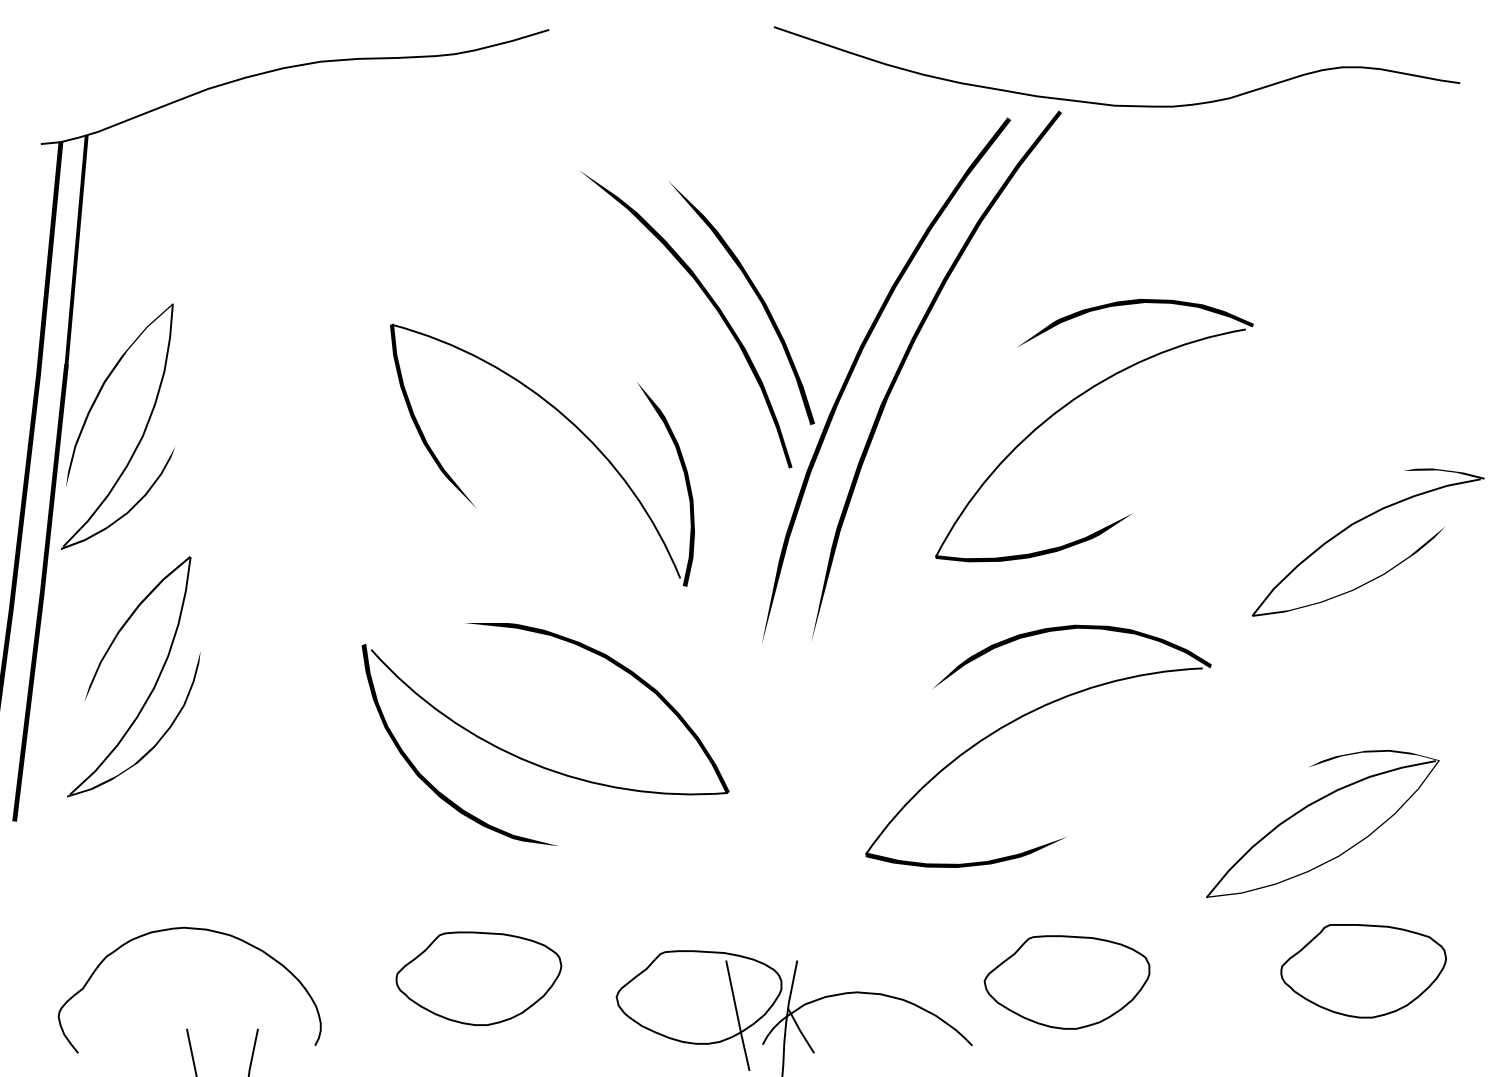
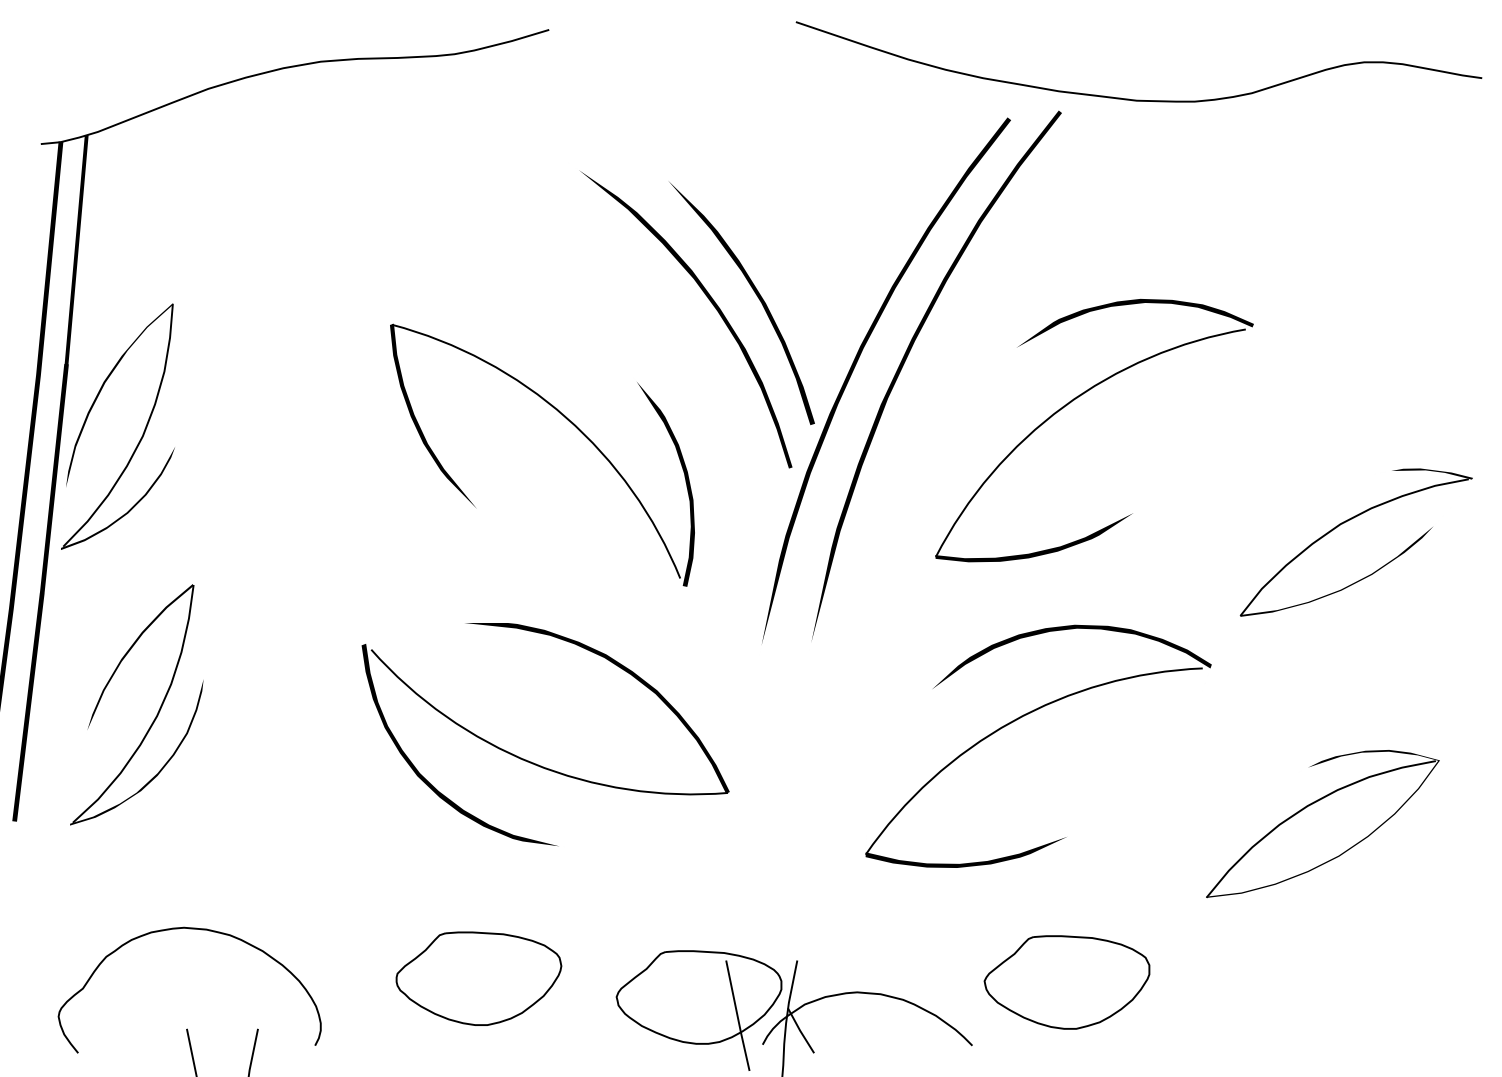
curve at (1116, 104) position: (1116, 104) -> (1138, 99)
part at (1358, 522) position: (1358, 522) -> (1346, 522)
part at (153, 686) position: (153, 686) -> (156, 714)
part at (1363, 971): present -> none
